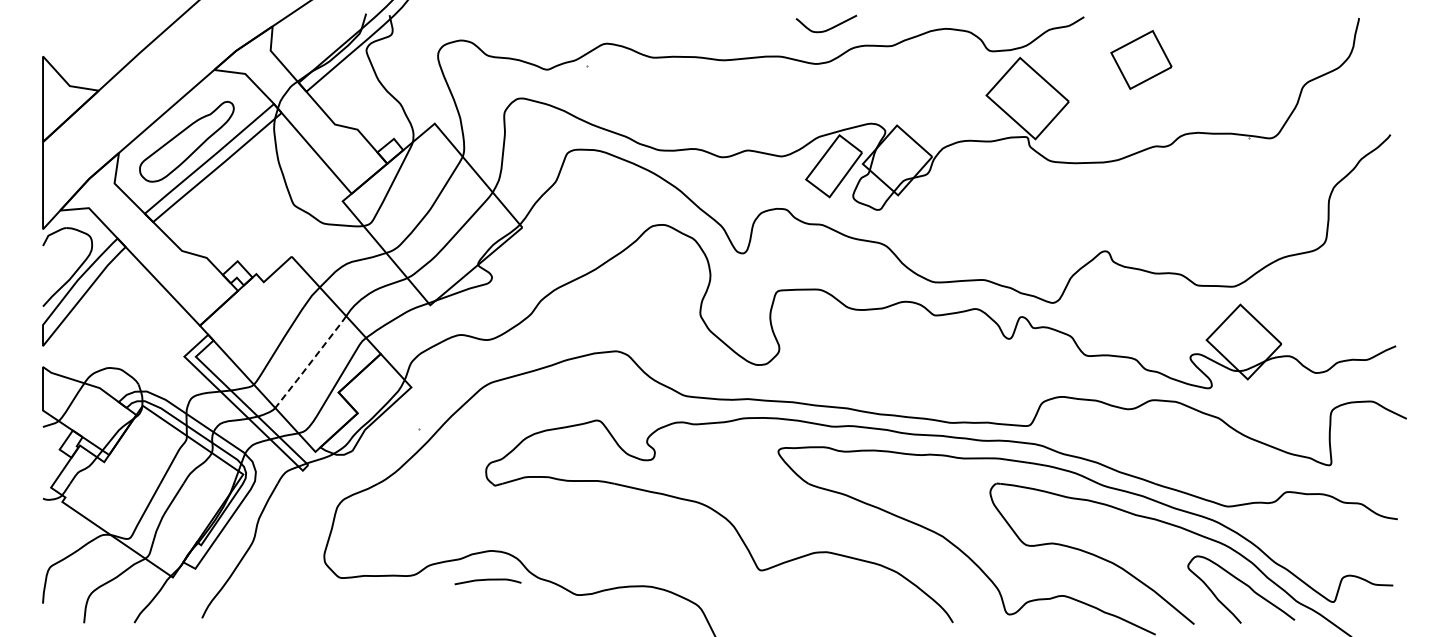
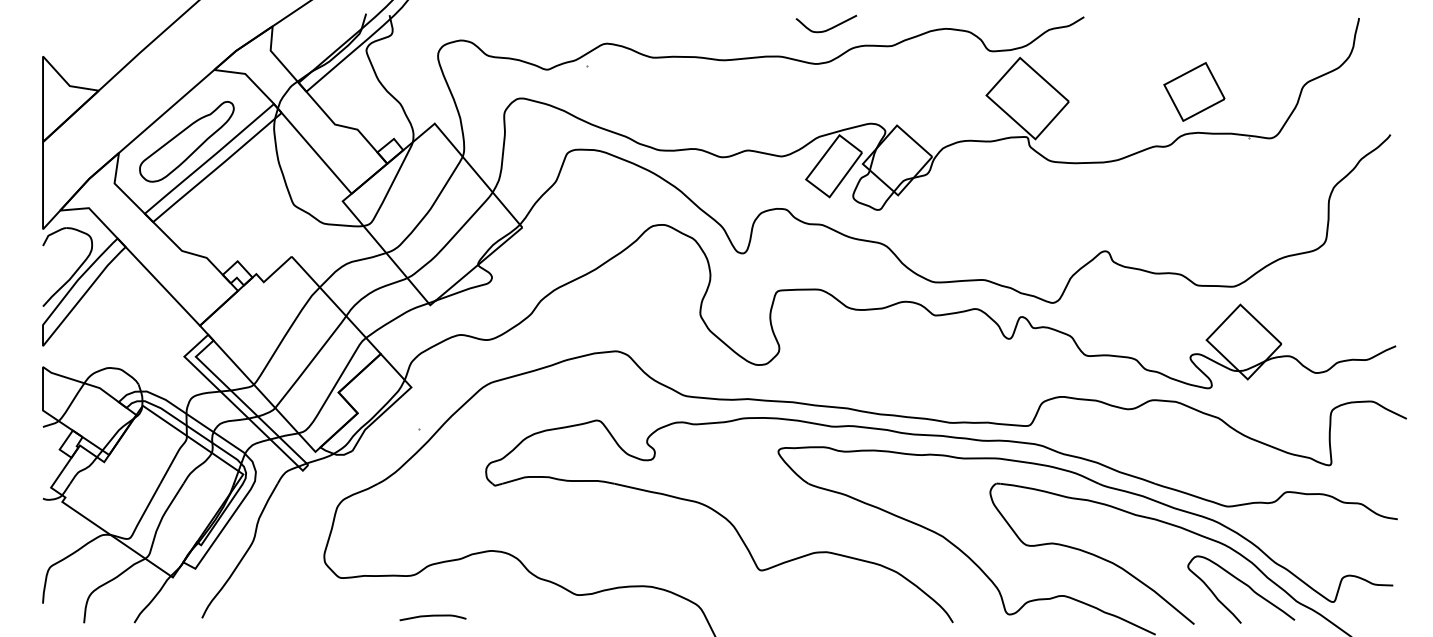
part at (1141, 59) position: (1141, 59) -> (1194, 91)
line at (310, 362): dashed -> solid
curve at (487, 580) position: (487, 580) -> (432, 616)
